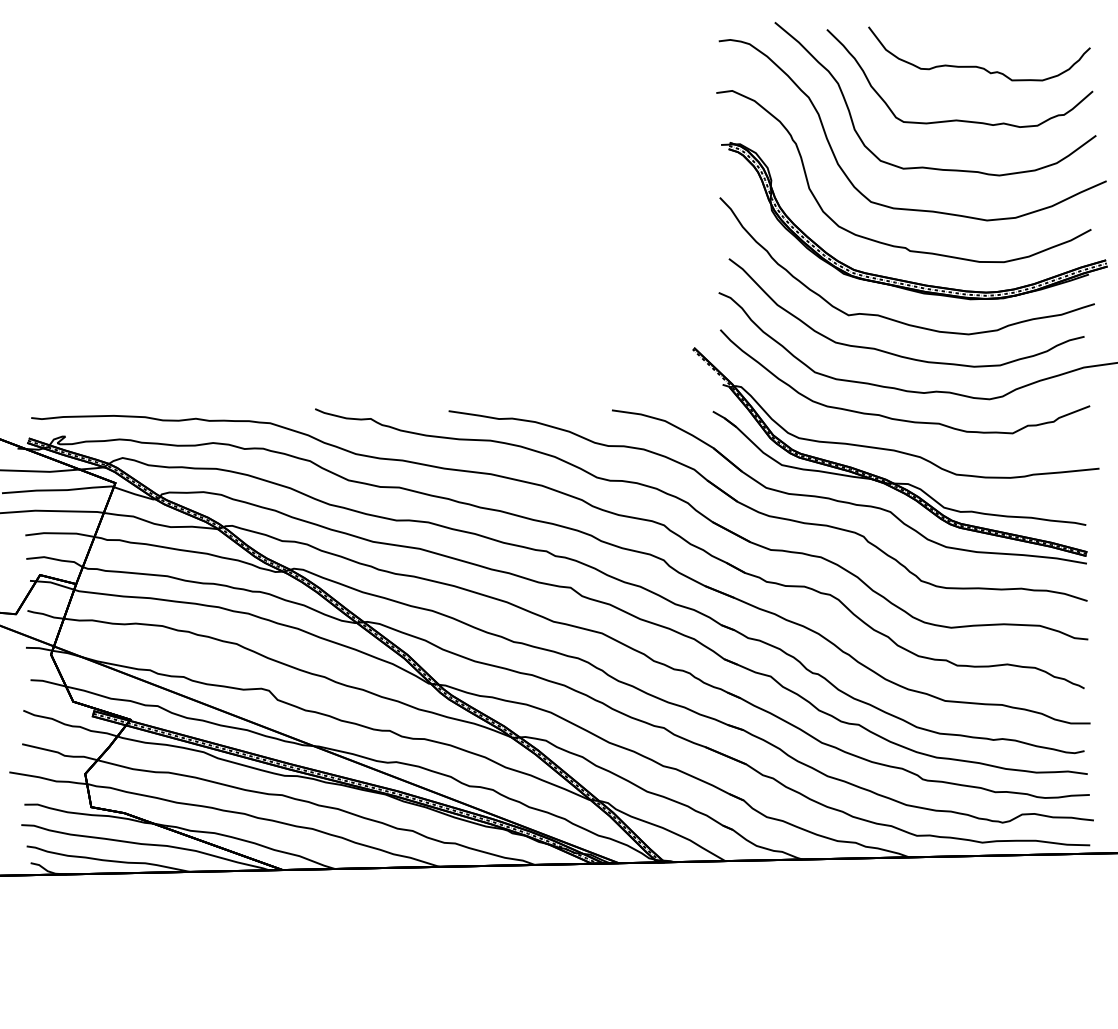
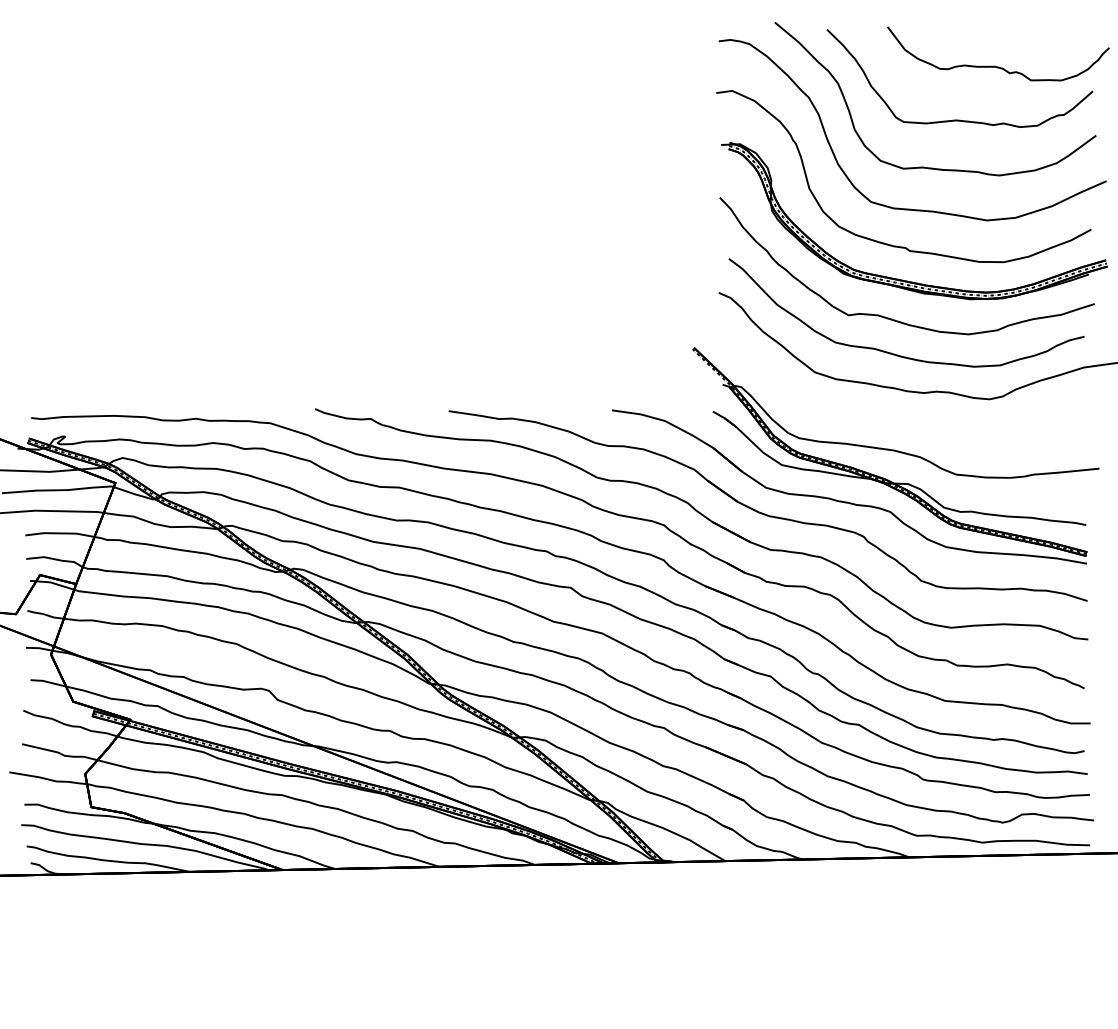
curve at (976, 65) position: (976, 65) -> (995, 65)
curve at (897, 418): present -> none
